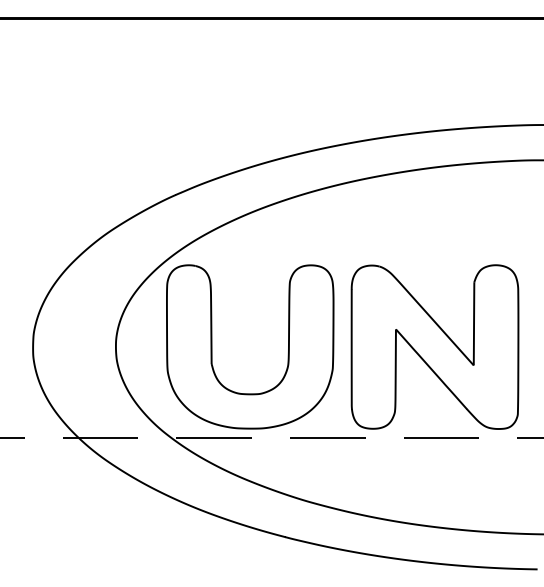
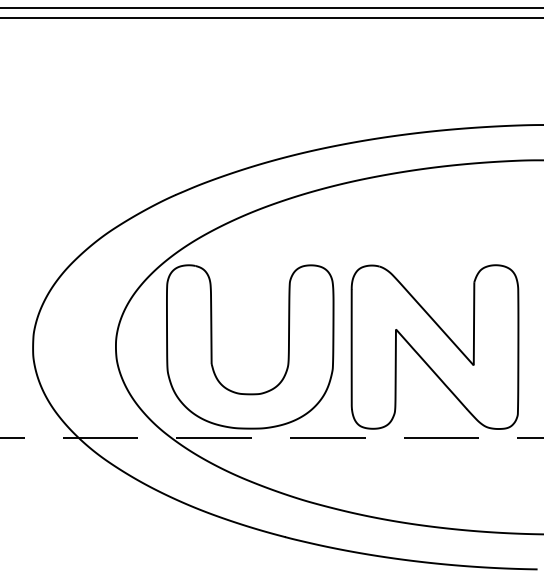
line at (271, 19) position: (271, 19) -> (271, 8)
